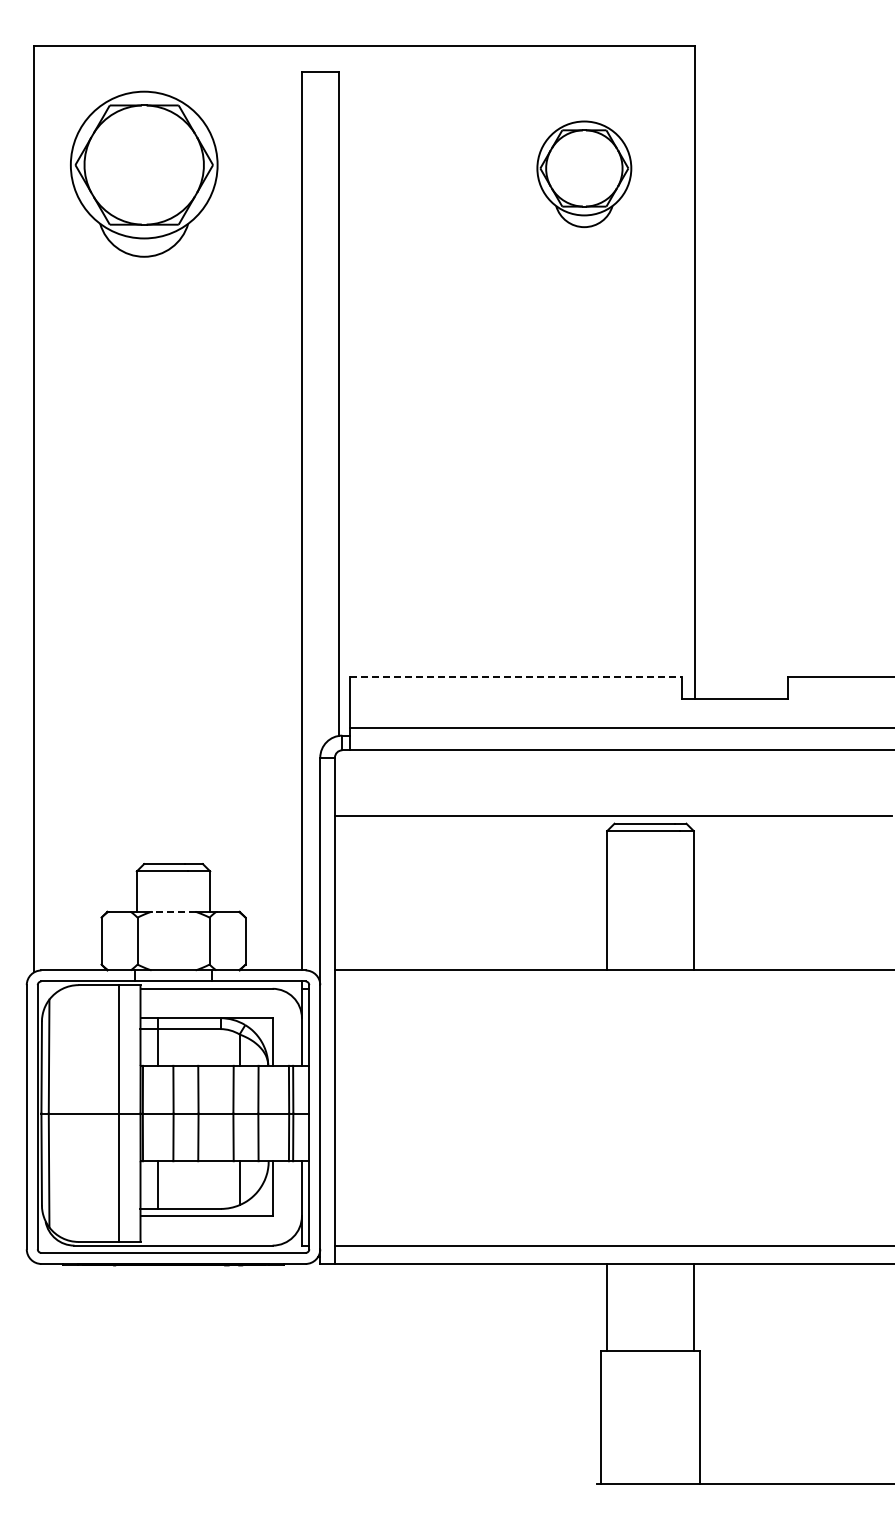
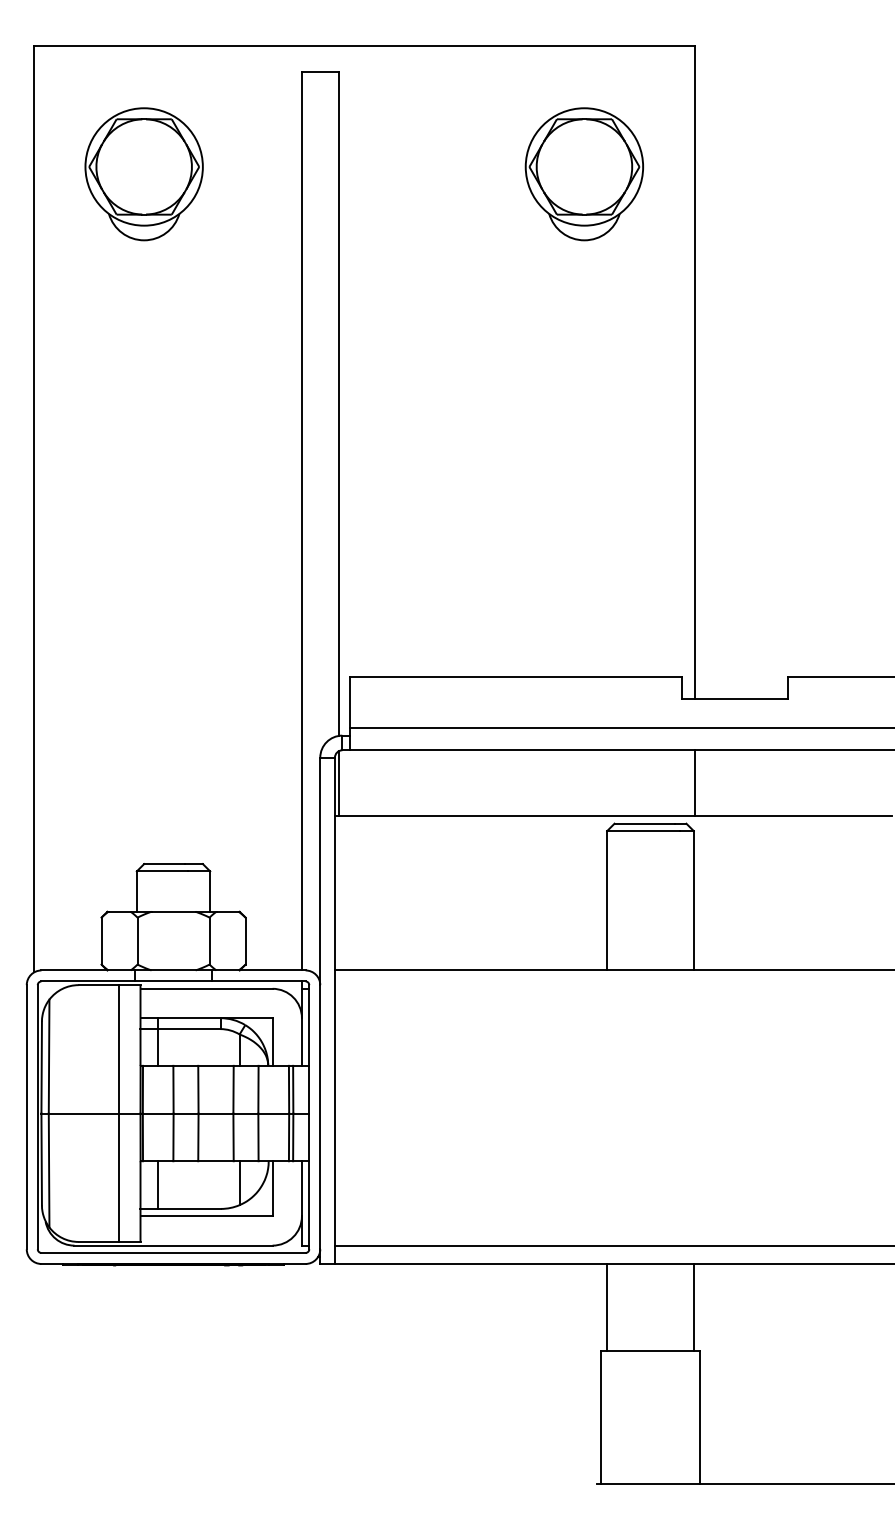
part at (144, 173) size: 149x168 px -> 120x135 px
part at (584, 174) size: 97x109 px -> 120x135 px
line at (516, 676): dashed -> solid
line at (338, 783): none -> present
line at (694, 783): none -> present
line at (173, 911): dashed -> solid
